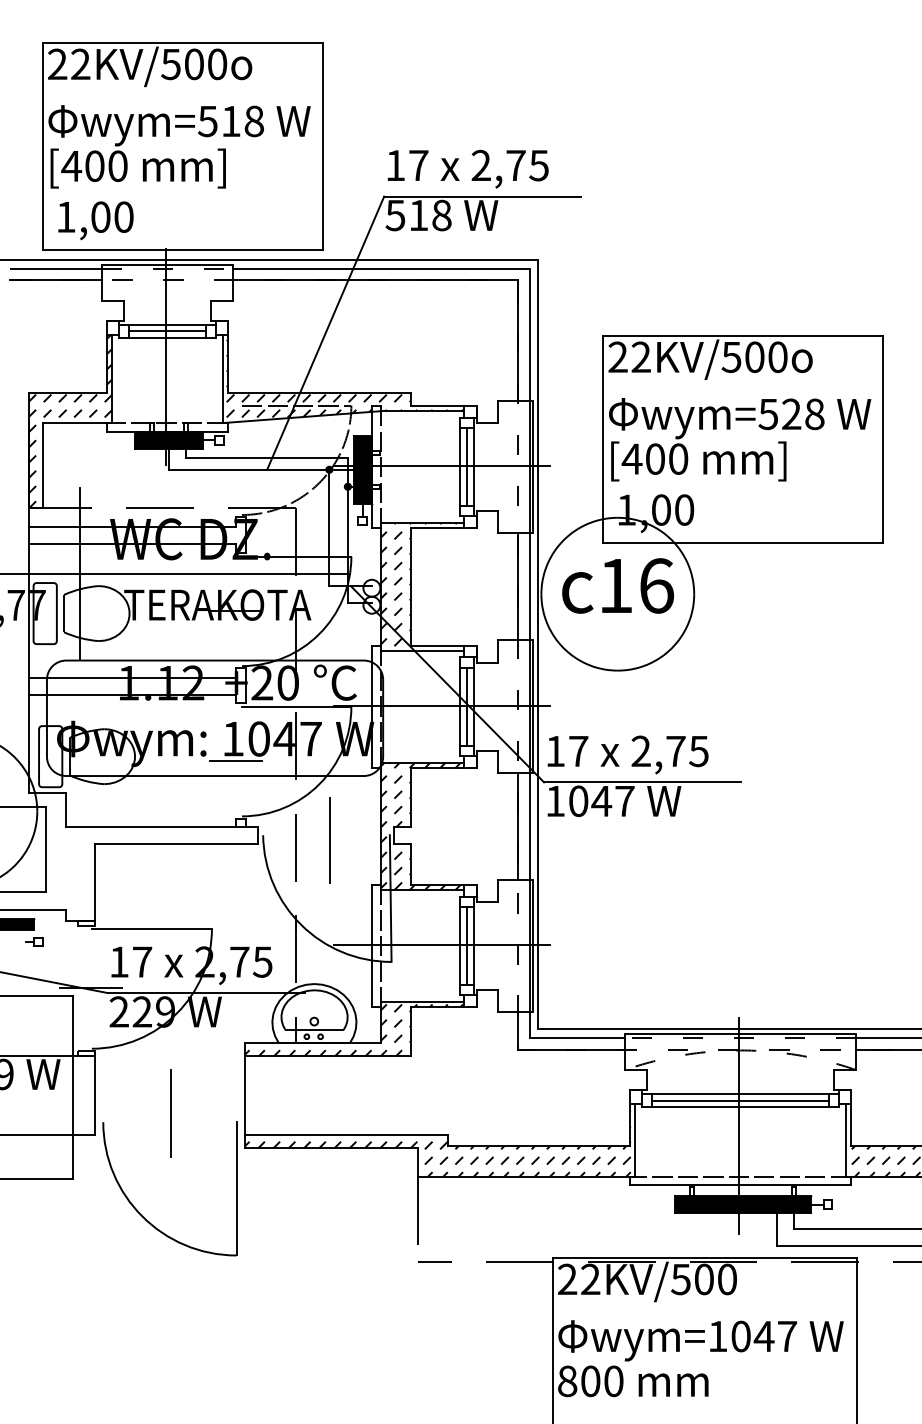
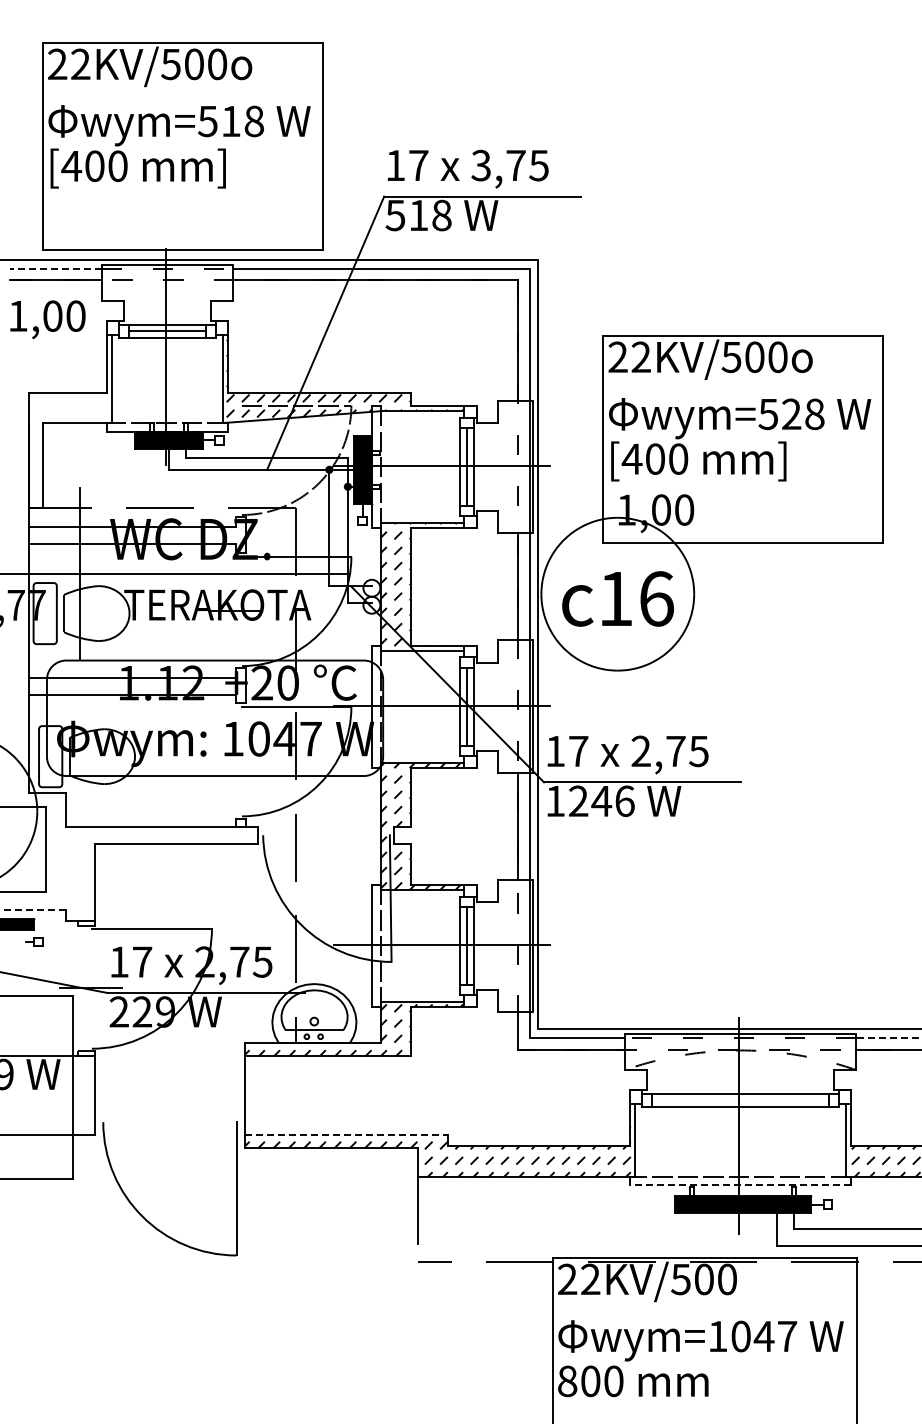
text at (480, 165): 2,75 -> 3,75
text at (95, 220) position: (95, 220) -> (47, 319)
line at (56, 268): solid -> dashed
hatch at (70, 421): present -> none
text at (617, 585) position: (617, 585) -> (617, 598)
line at (235, 760): present -> none
text at (601, 801): 1047 -> 1246
line at (329, 840): present -> none
line at (33, 910): solid -> dashed
line at (888, 1037): solid -> dashed
line at (740, 1100): present -> none
line at (170, 1113): present -> none
line at (346, 1134): solid -> dashed
line at (740, 1185): solid -> dashed
